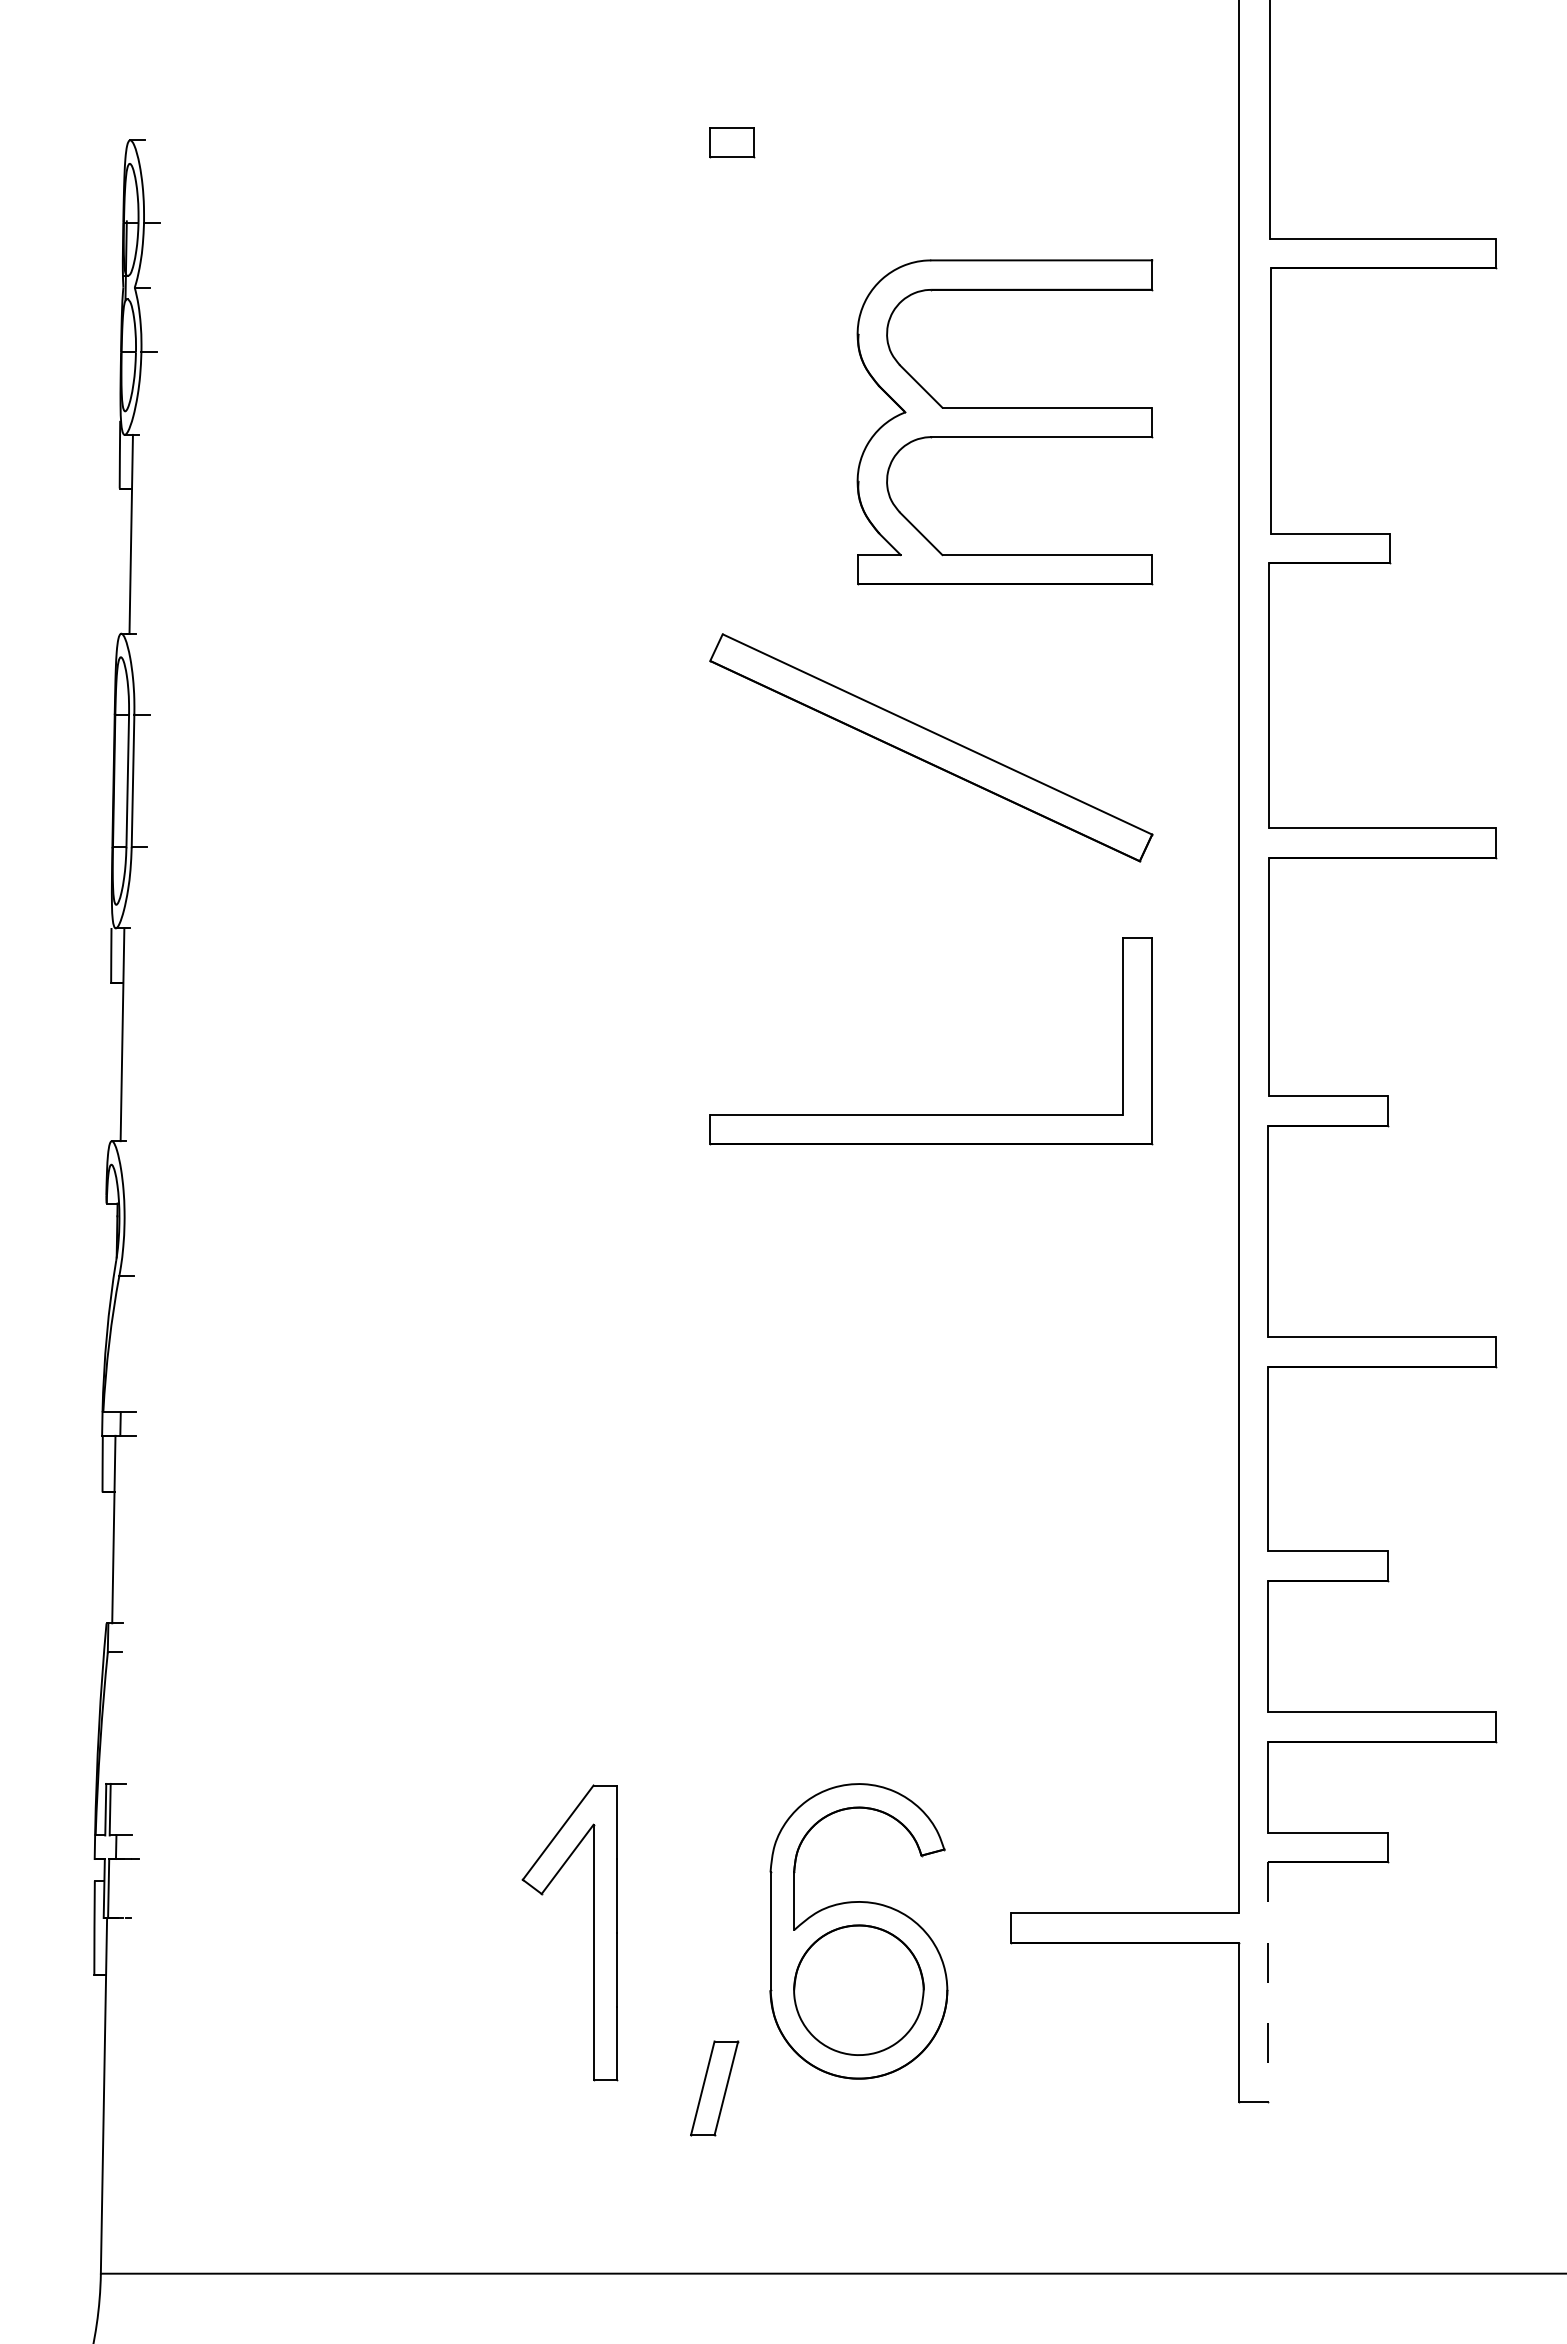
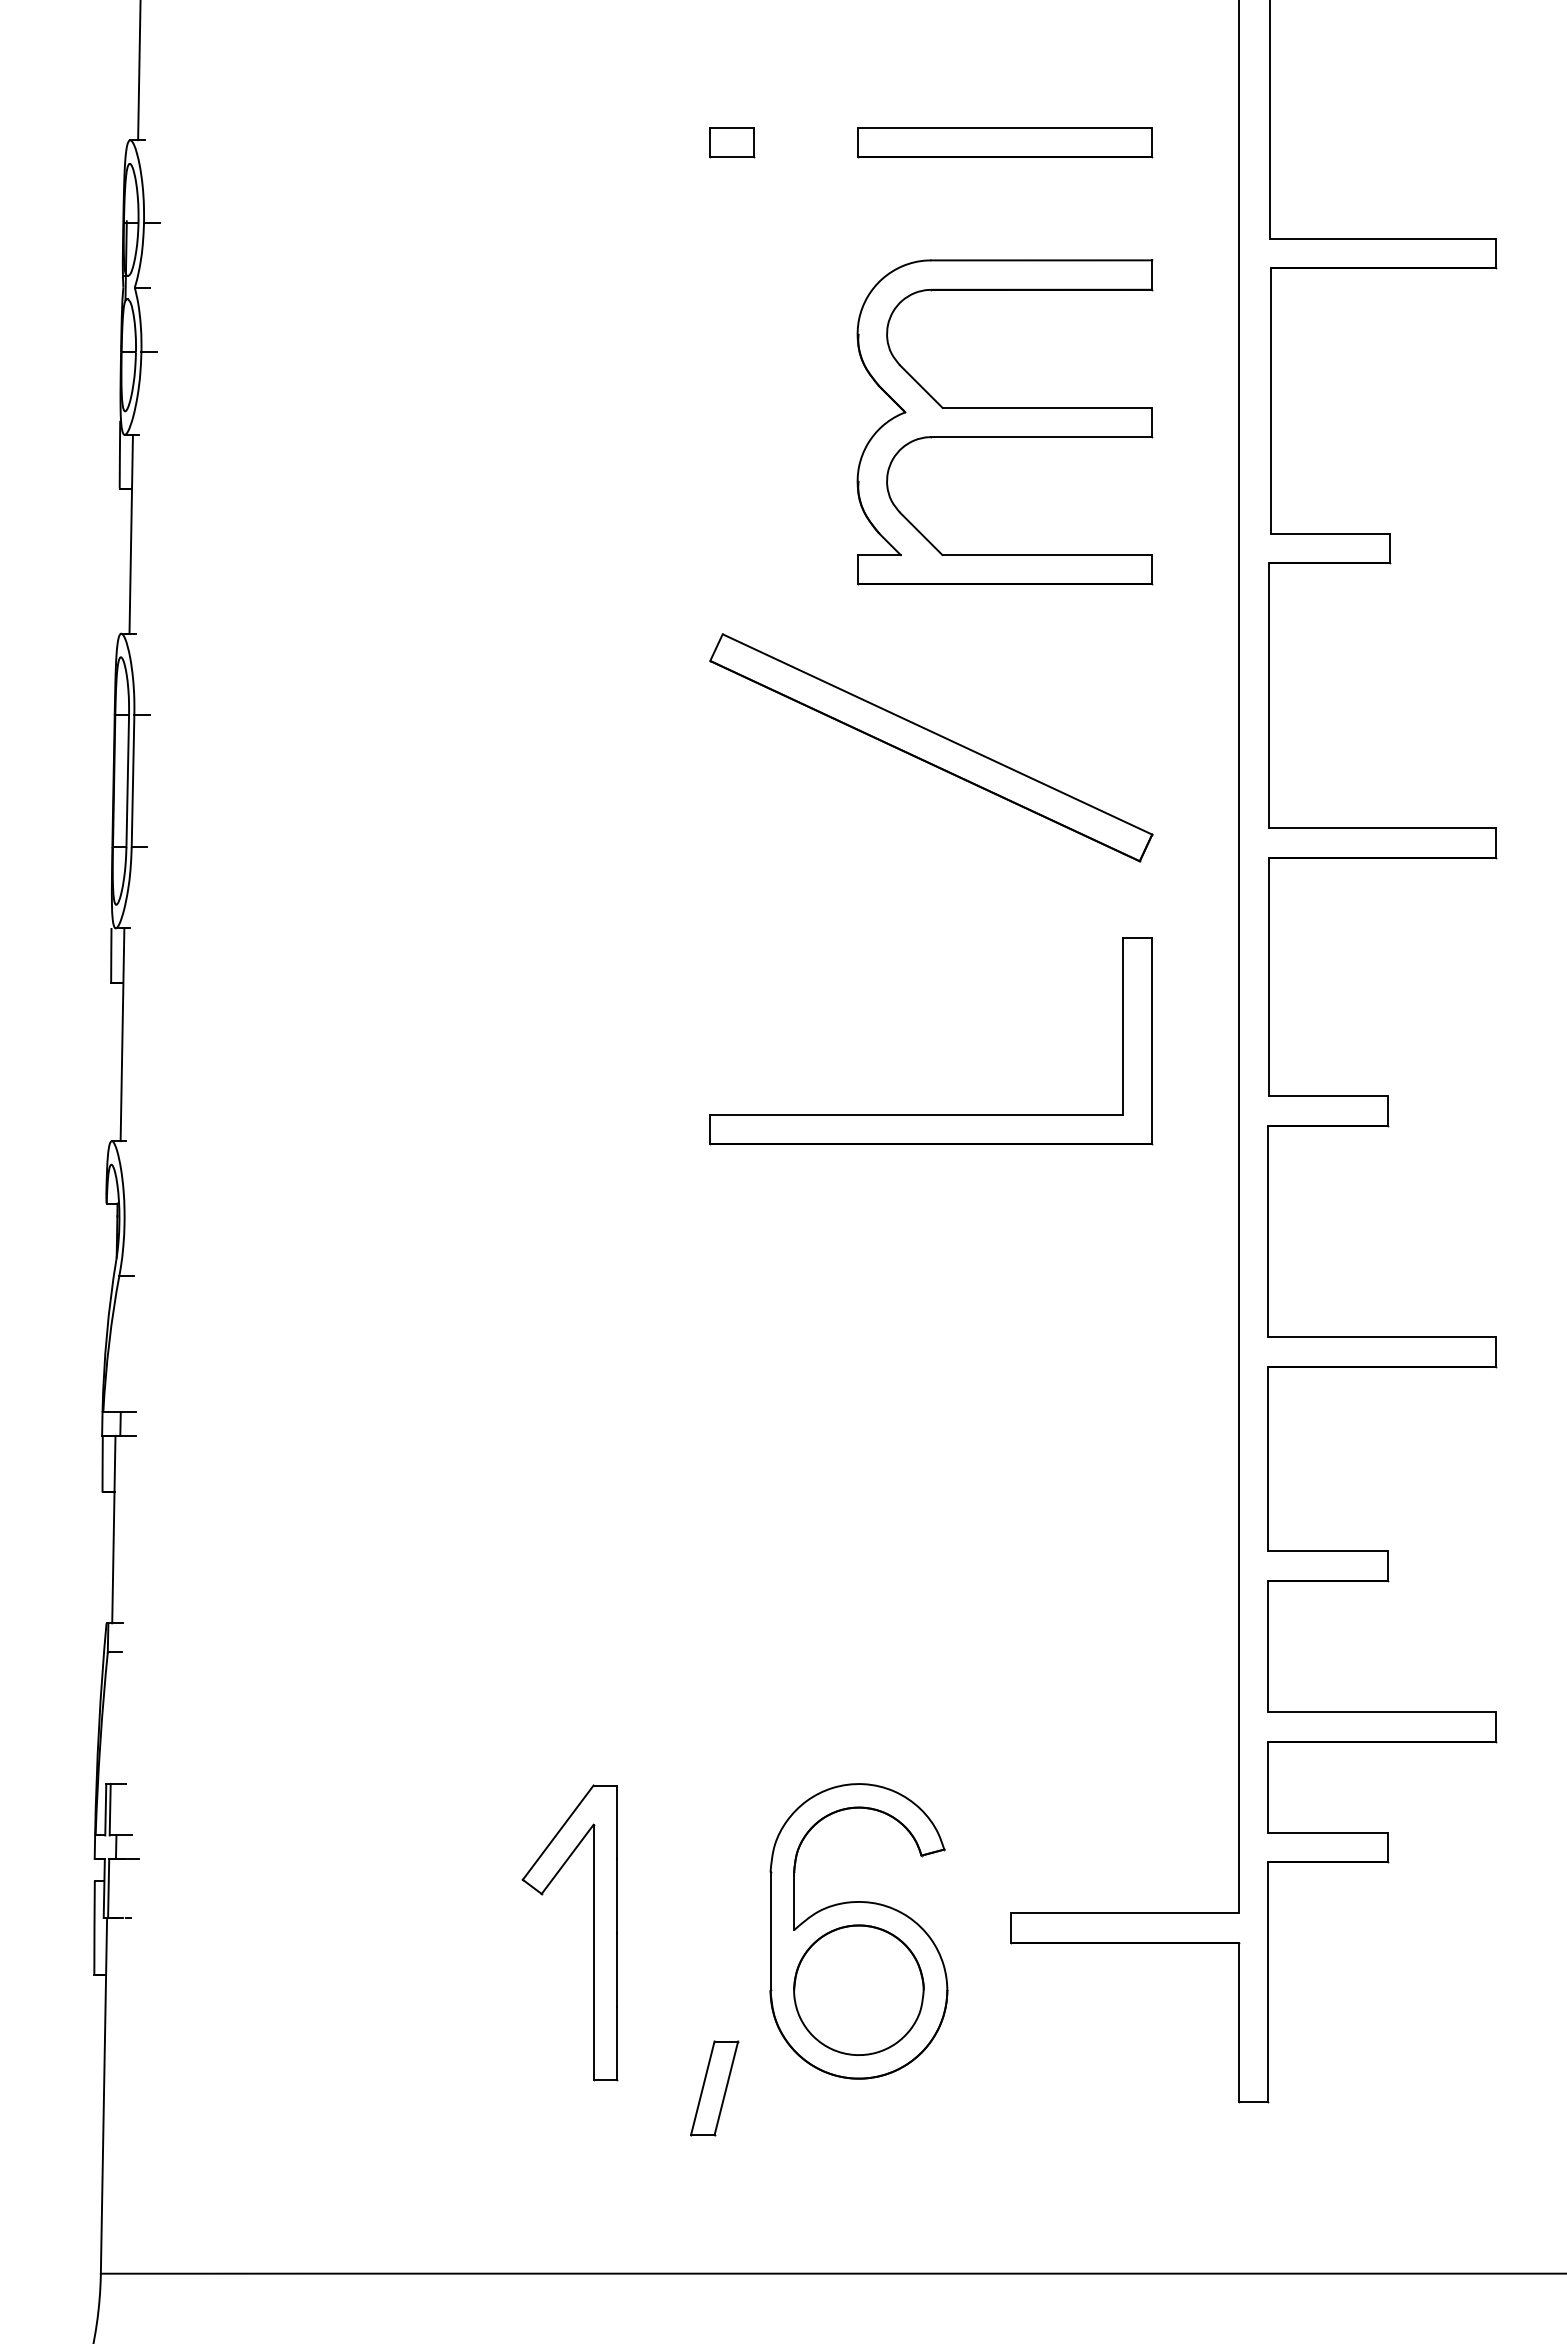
line at (139, 71): none -> present
part at (1005, 142): none -> present
line at (1267, 1982): dashed -> solid
